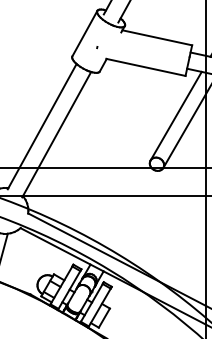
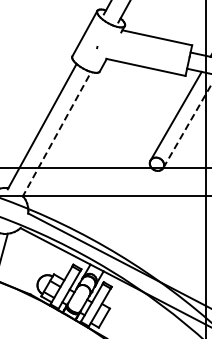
line at (187, 125): solid -> dashed
line at (56, 134): solid -> dashed
